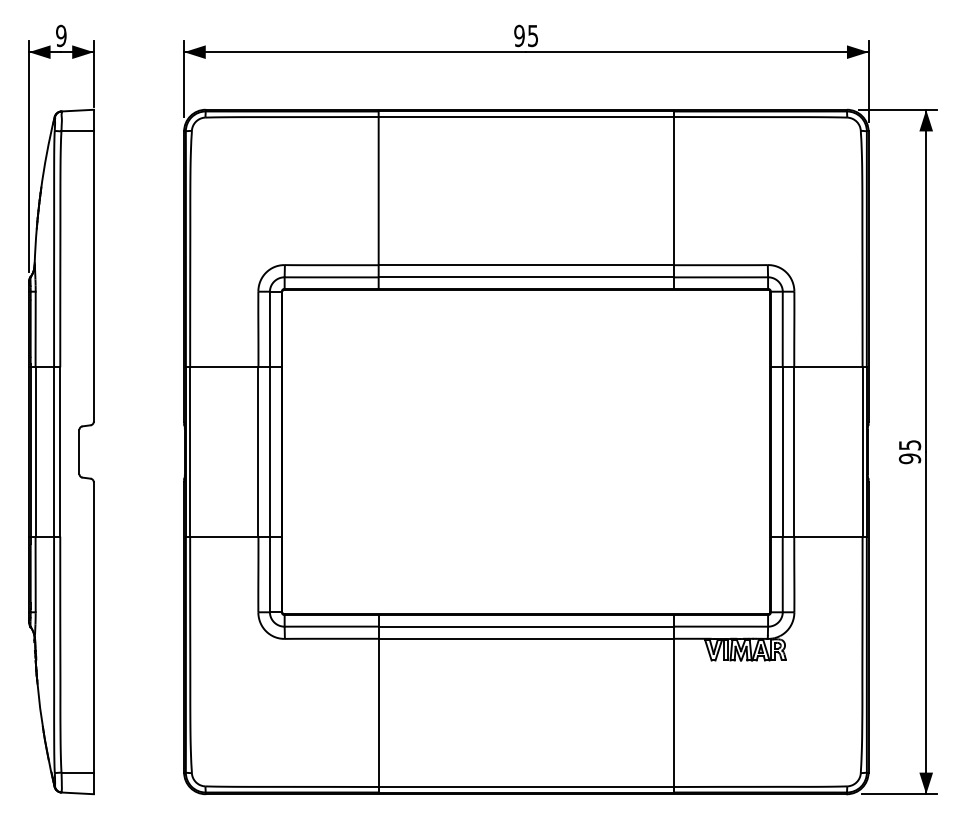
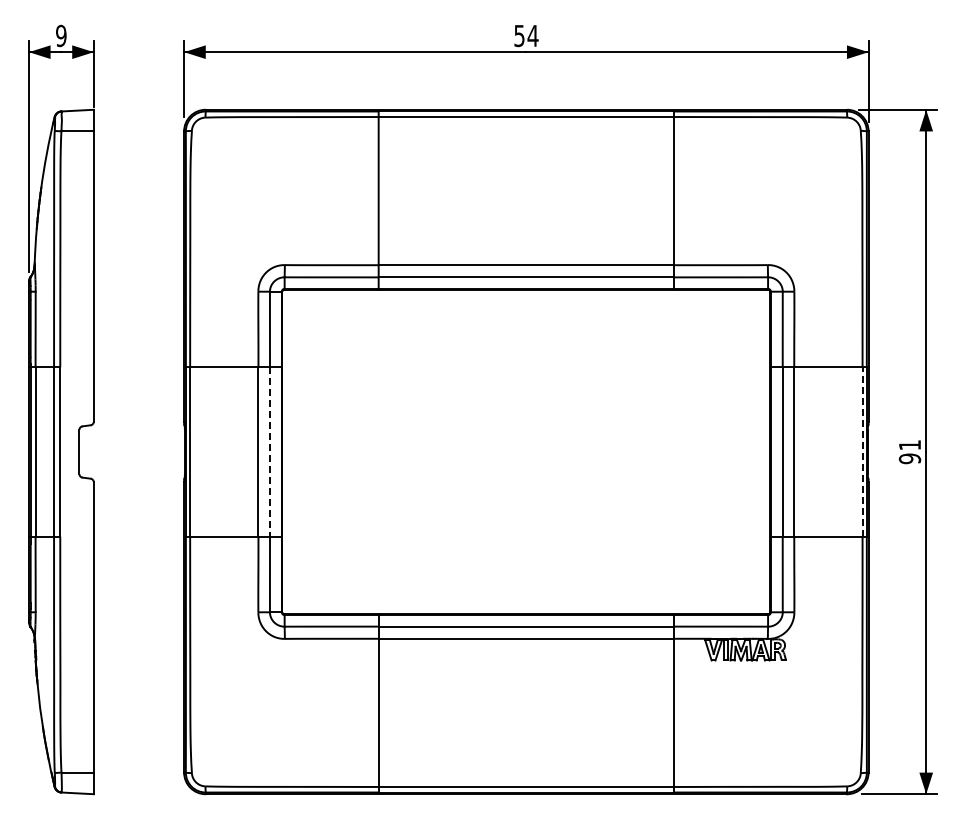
text at (526, 35): 95 -> 54
text at (910, 445): 95 -> 91
line at (270, 452): solid -> dashed
line at (862, 452): solid -> dashed
